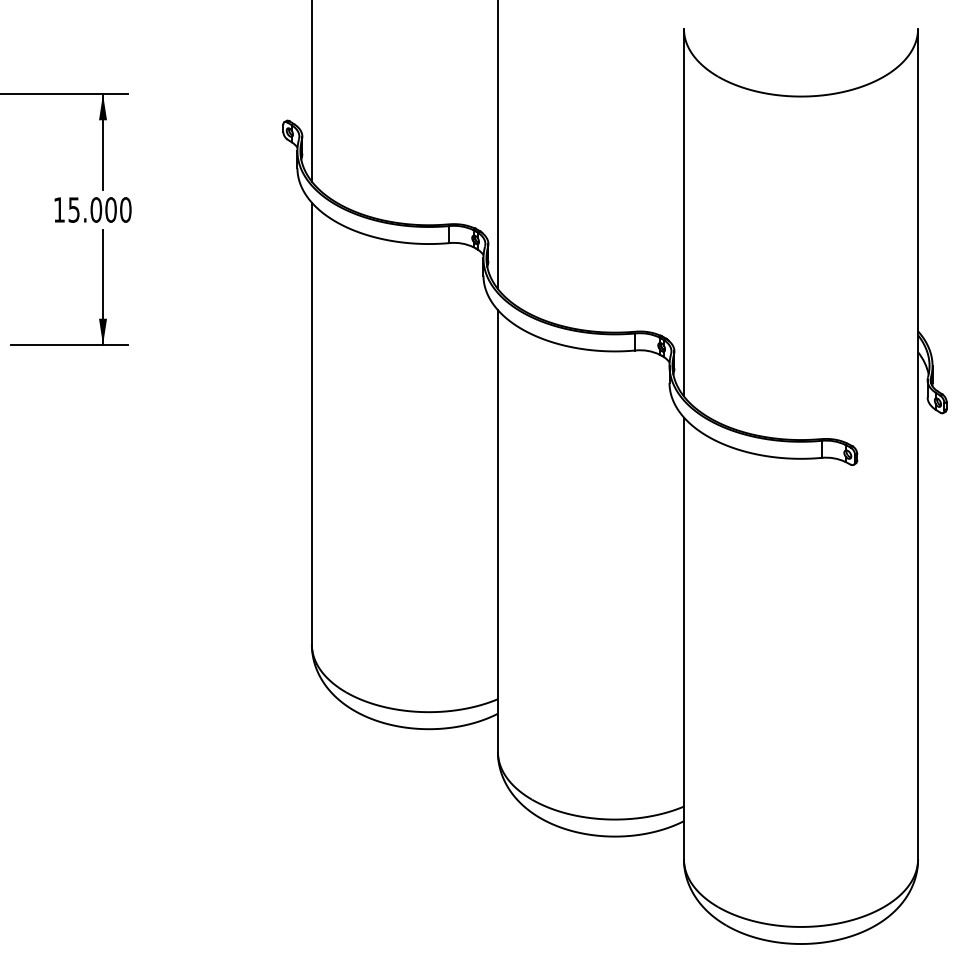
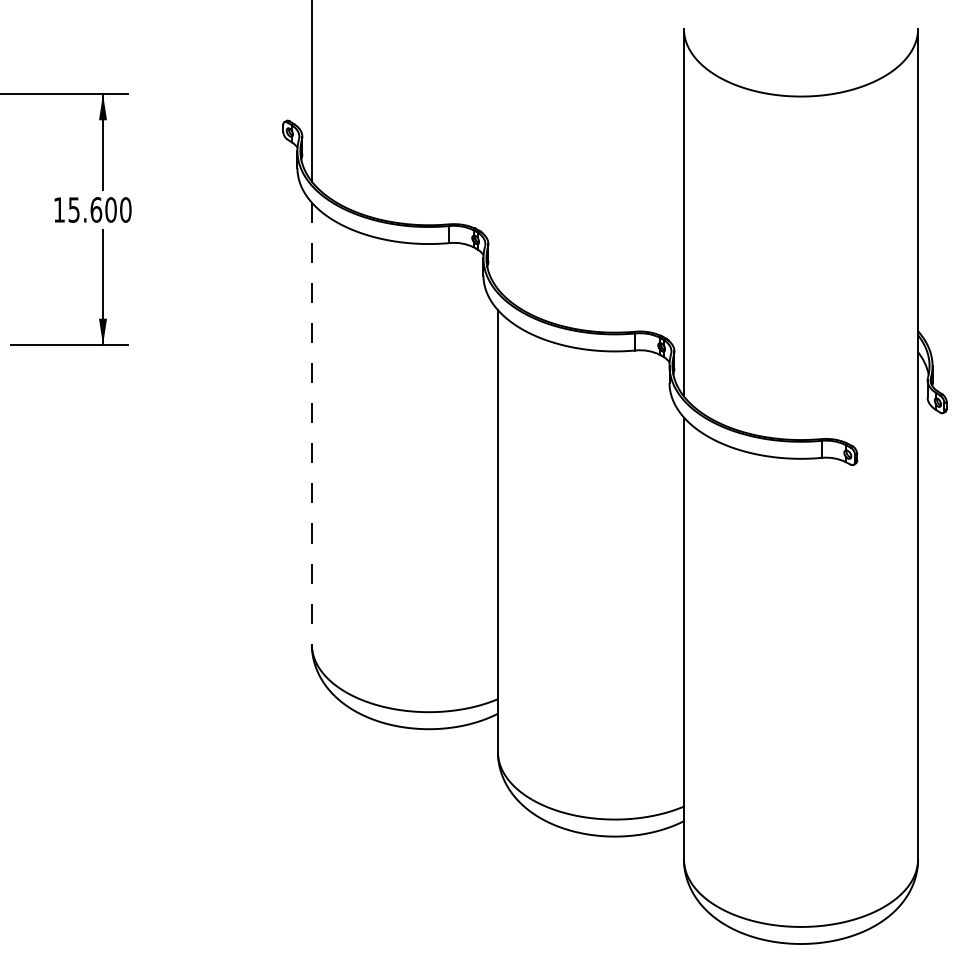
line at (497, 145): present -> none
text at (96, 209): 15.000 -> 15.600
line at (311, 423): solid -> dashed
